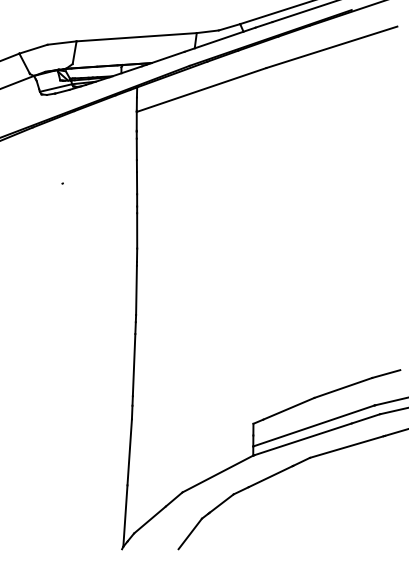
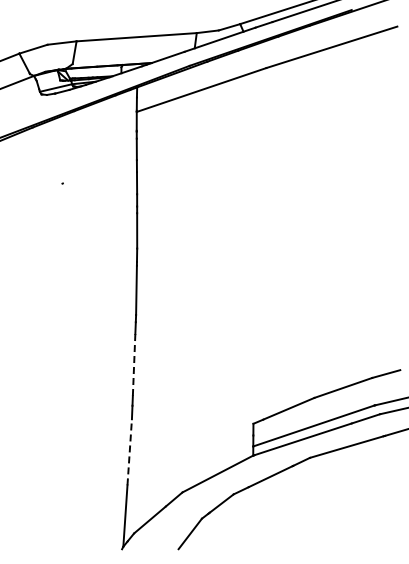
line at (134, 365): solid -> dashed
line at (129, 451): solid -> dashed
